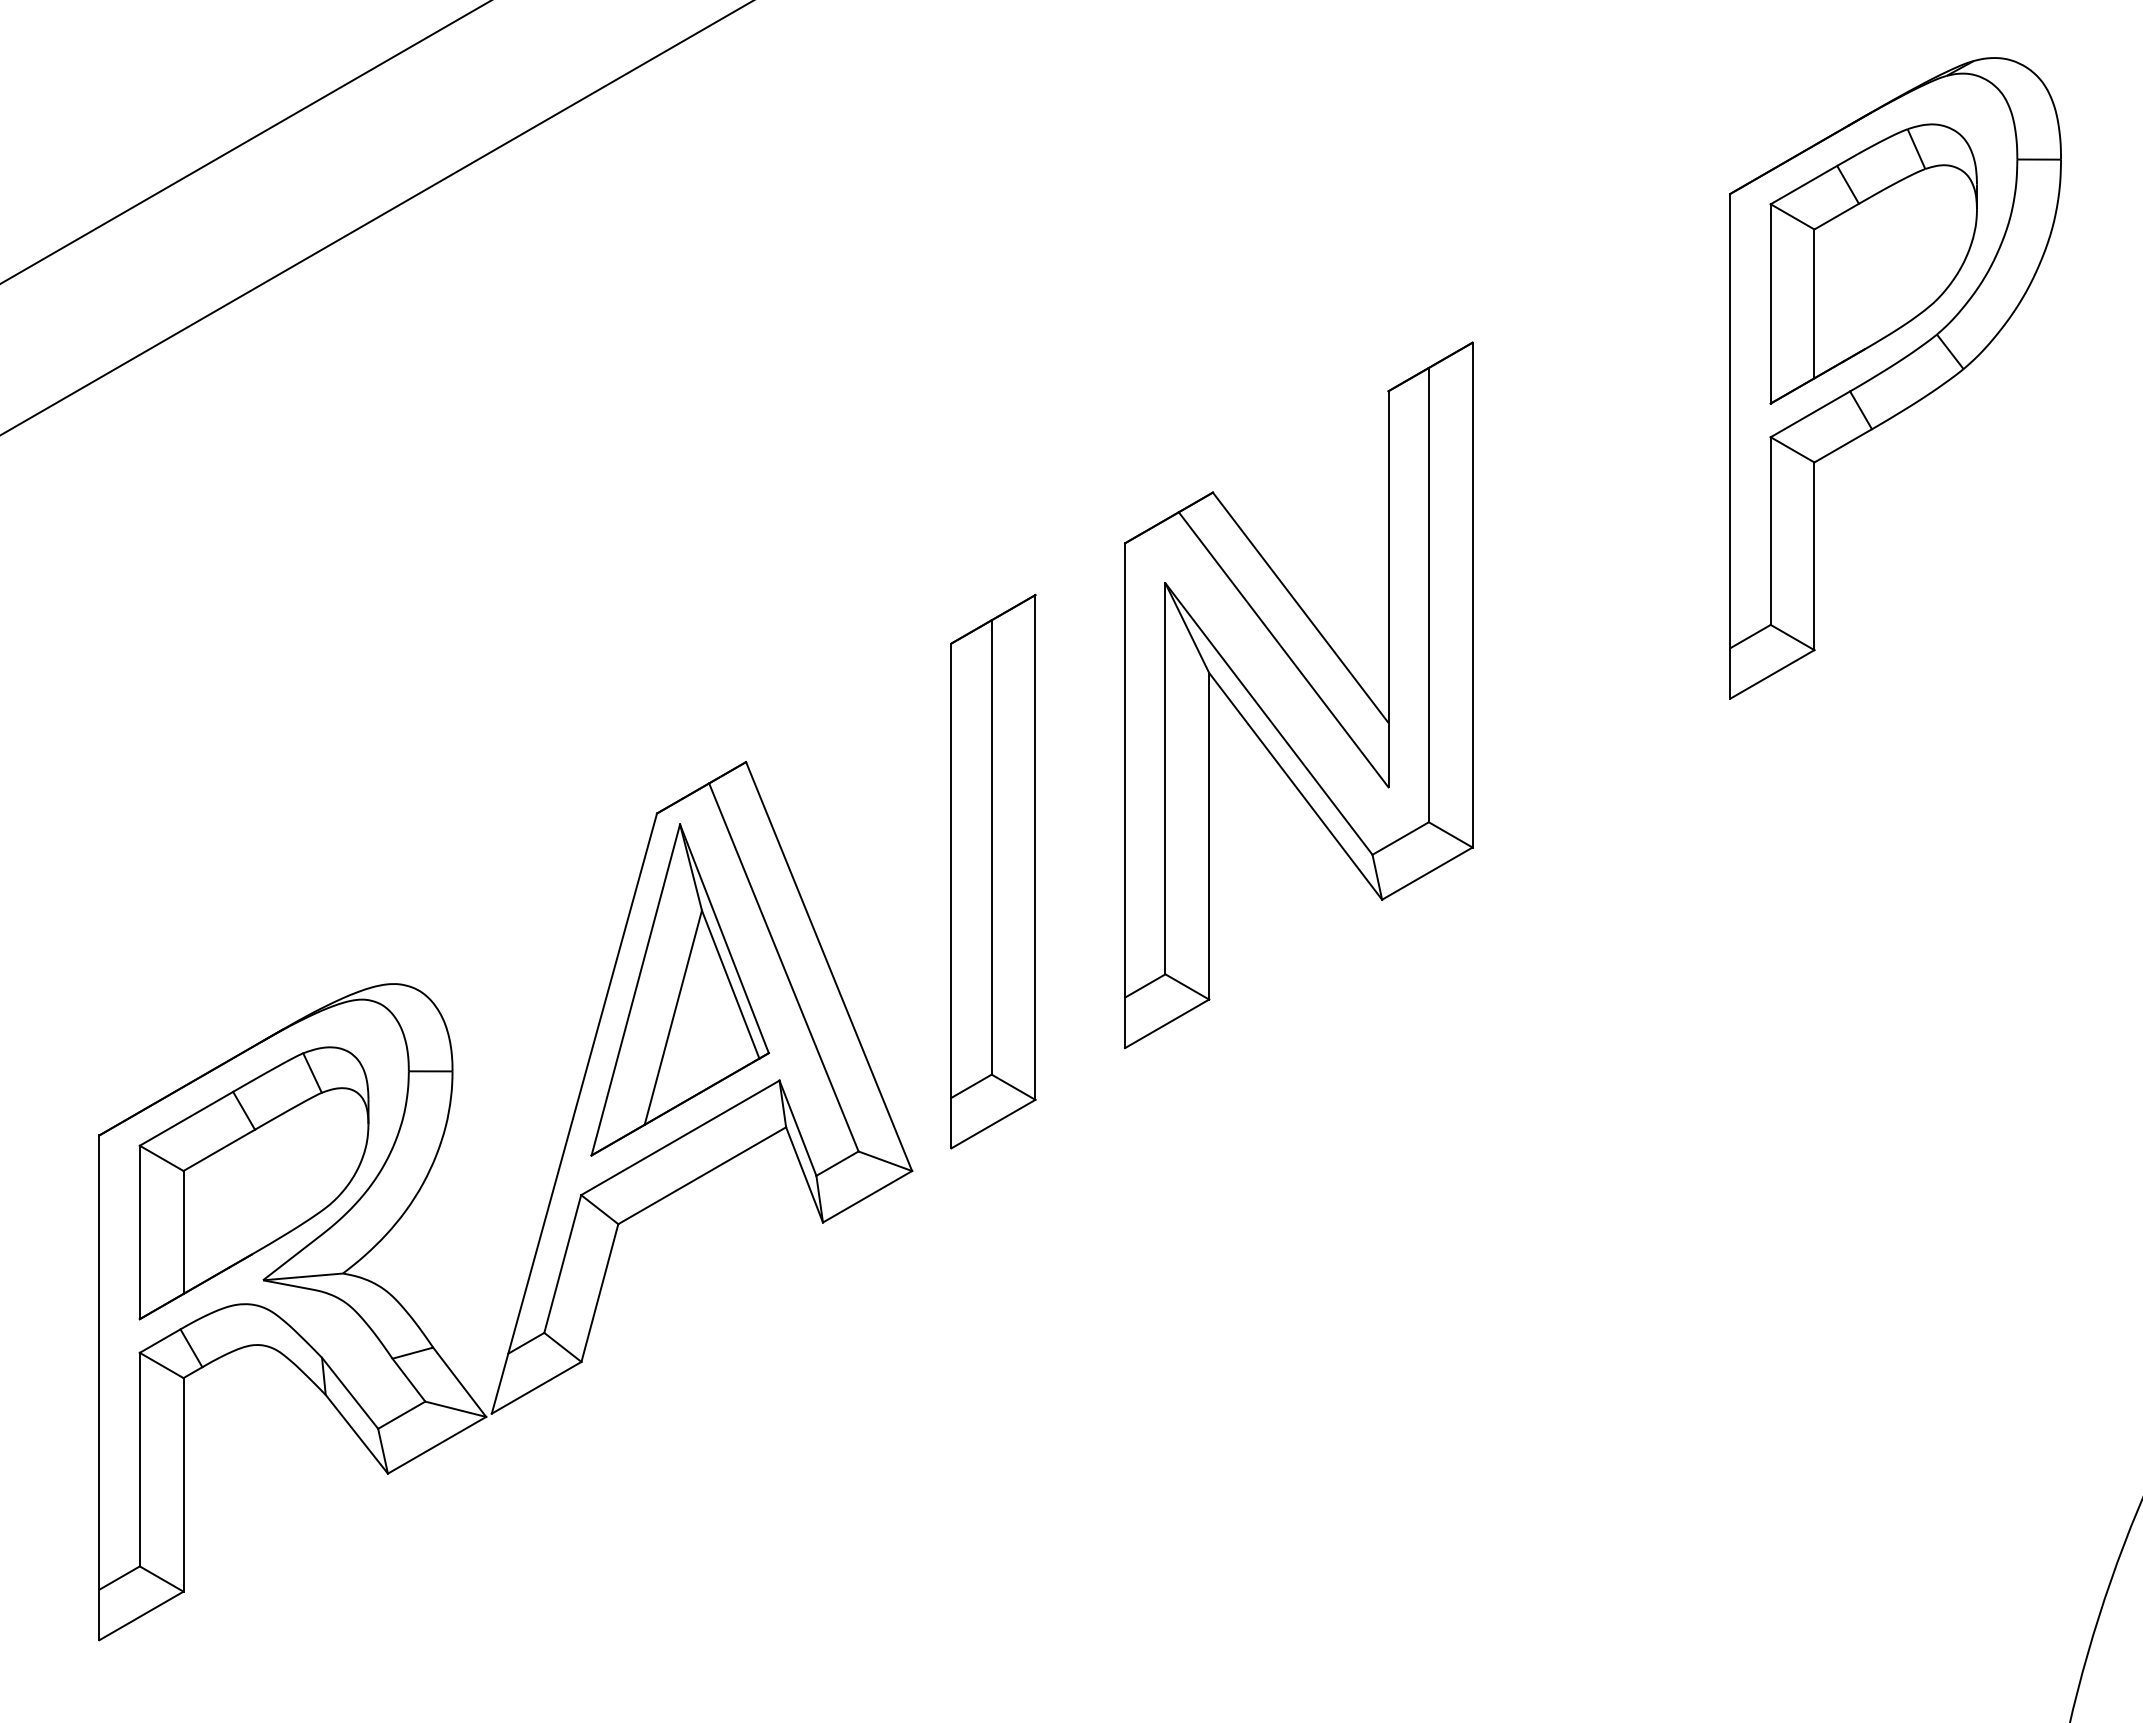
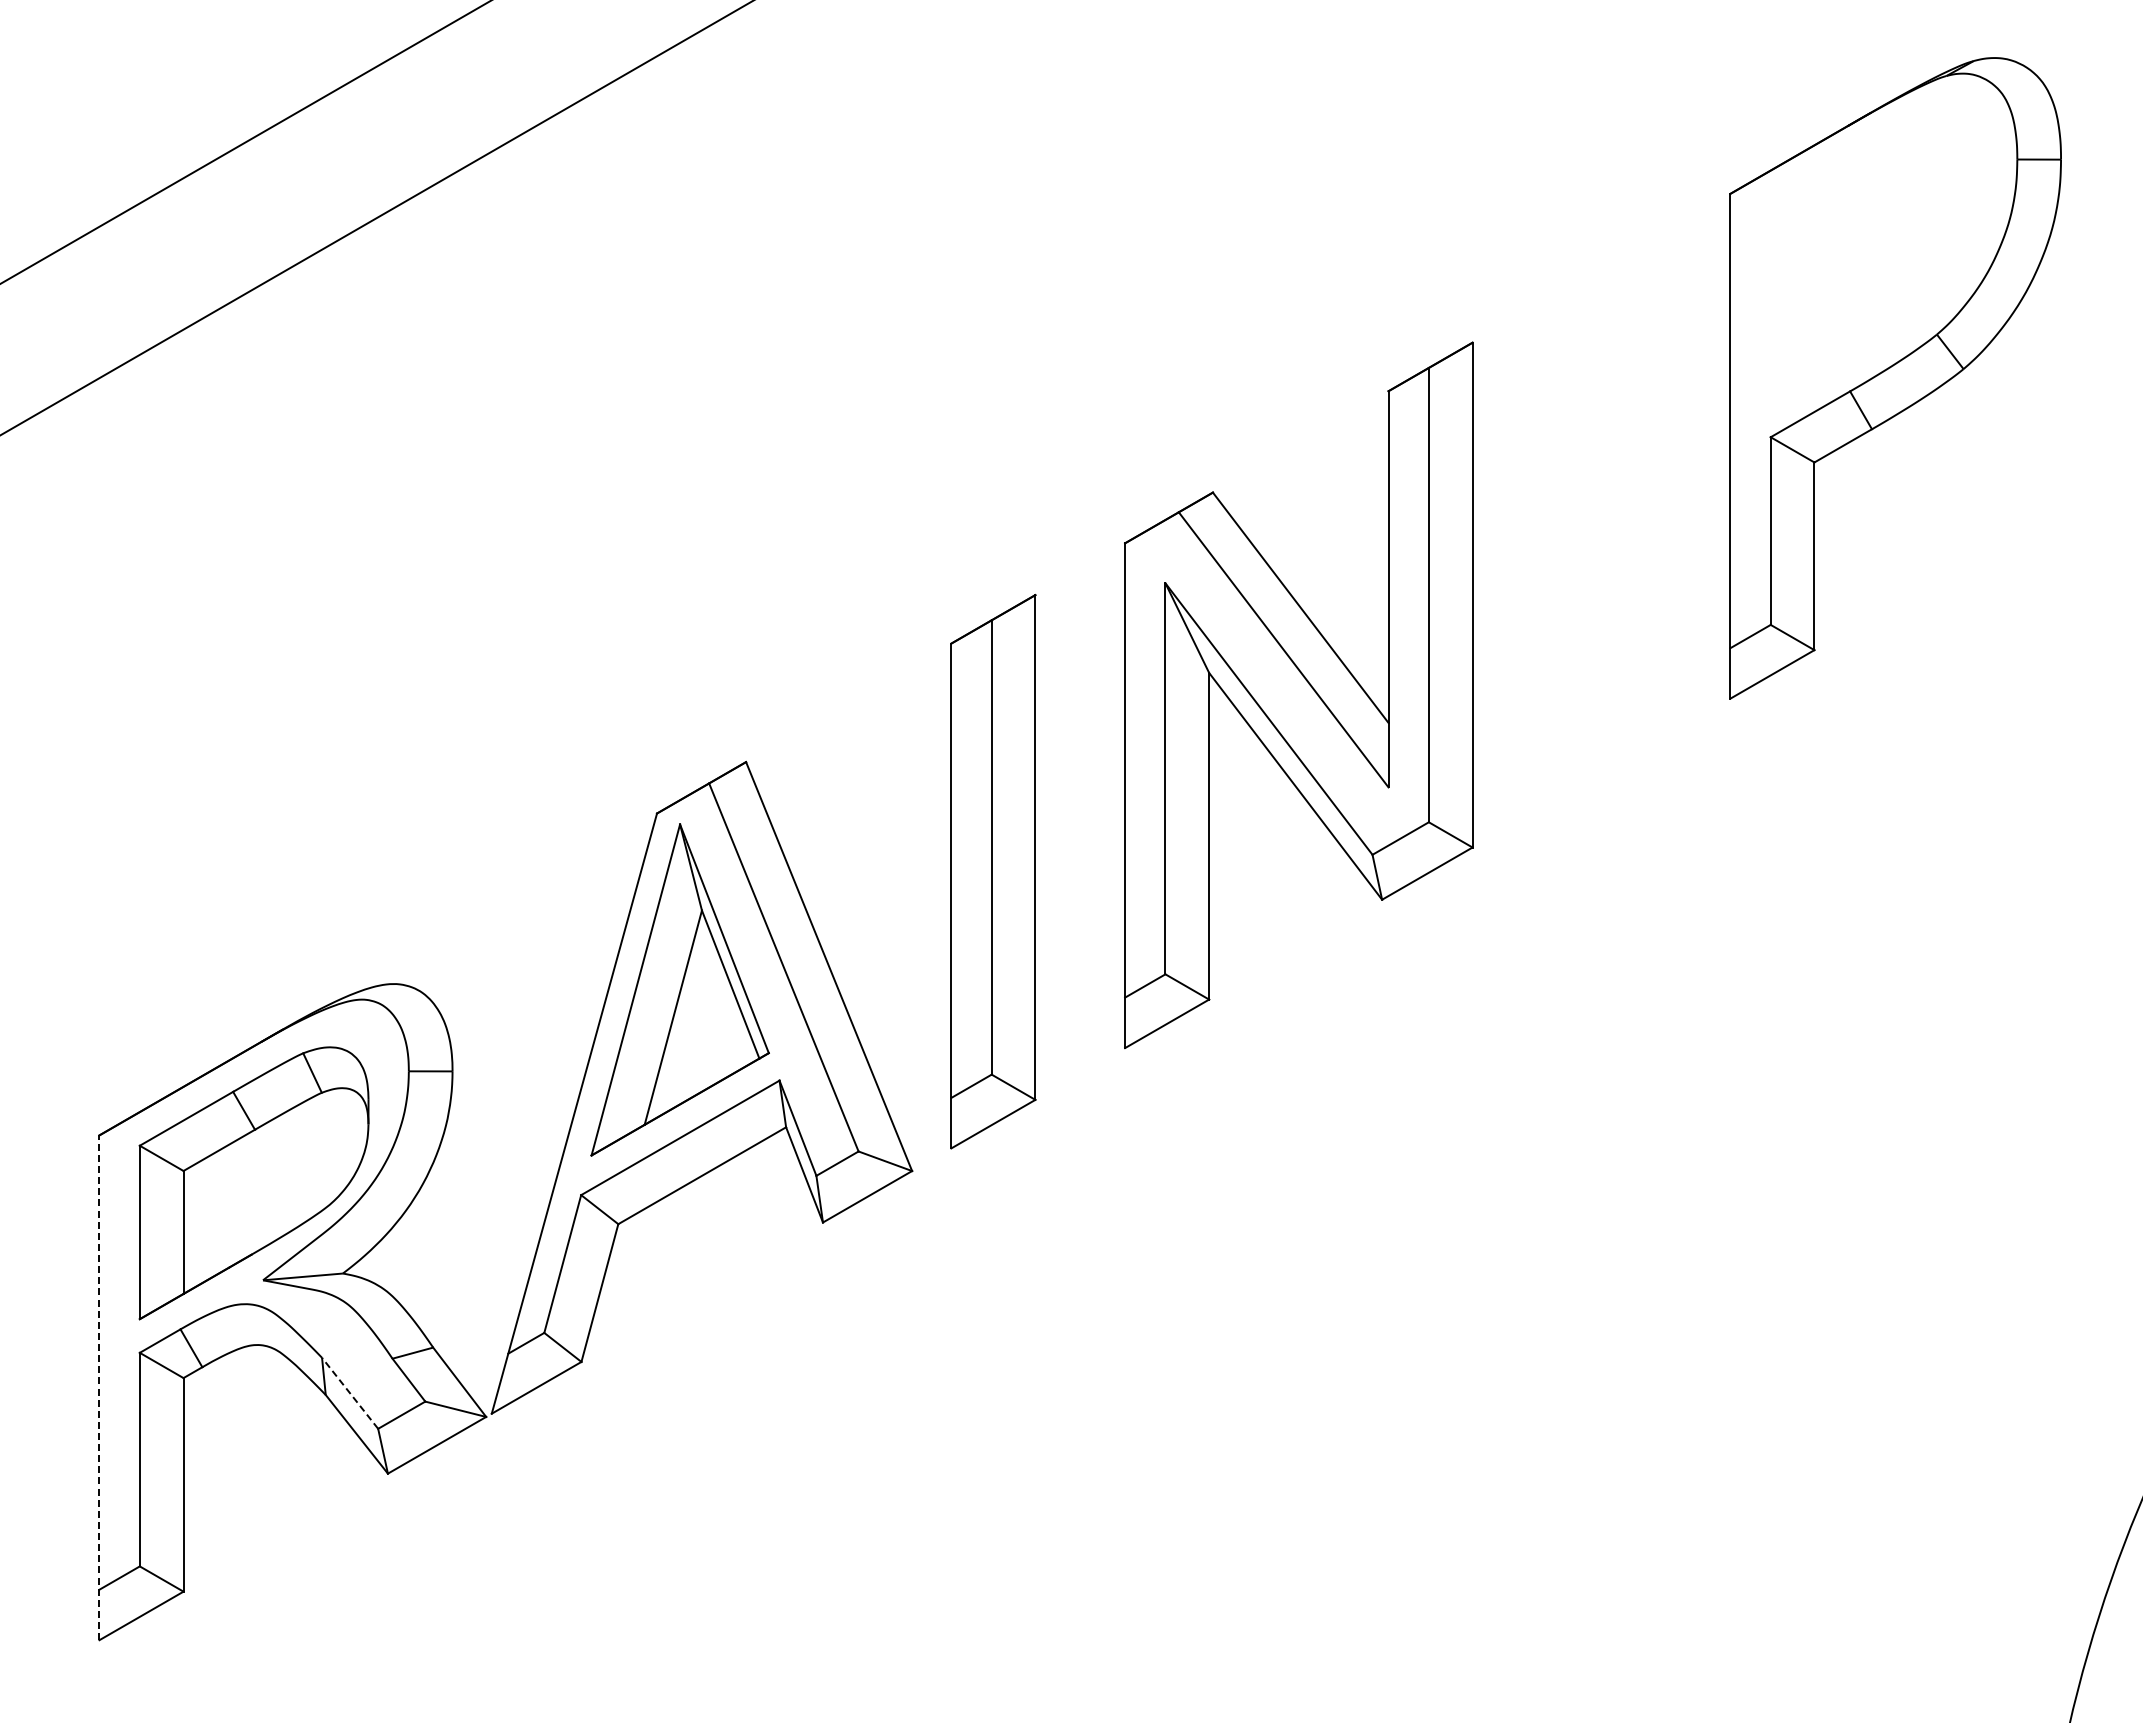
part at (1873, 263): present -> none
line at (99, 1387): solid -> dashed
line at (349, 1392): solid -> dashed
